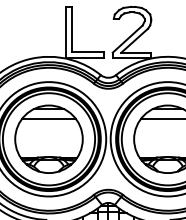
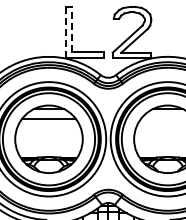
line at (72, 28): solid -> dashed
line at (65, 32): solid -> dashed
line at (161, 118): present -> none
